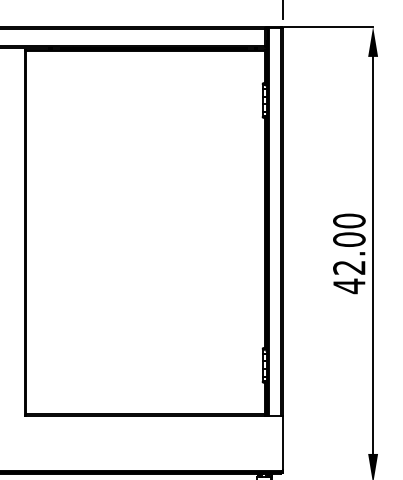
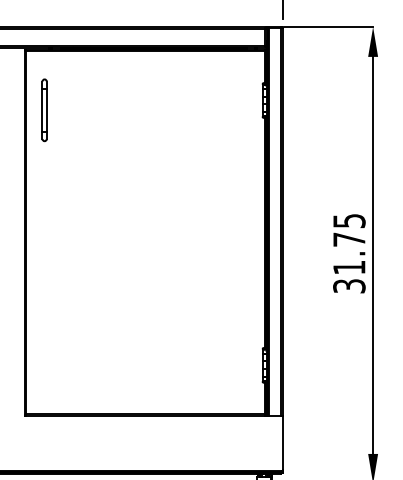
part at (44, 110): none -> present
text at (349, 253): 42.00 -> 31.75
